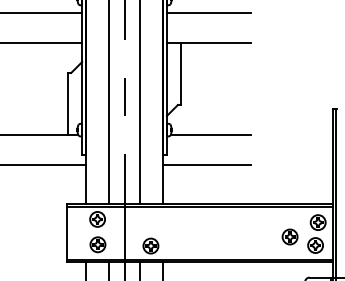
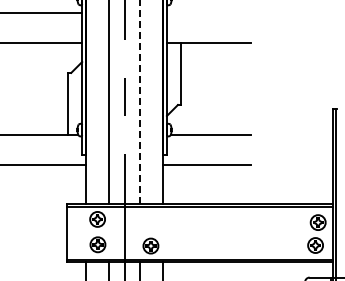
line at (208, 12): present -> none
line at (139, 102): solid -> dashed
part at (289, 236): present -> none
